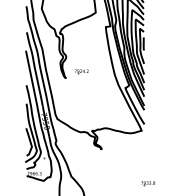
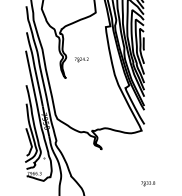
part at (81, 71) position: (81, 71) -> (81, 59)
